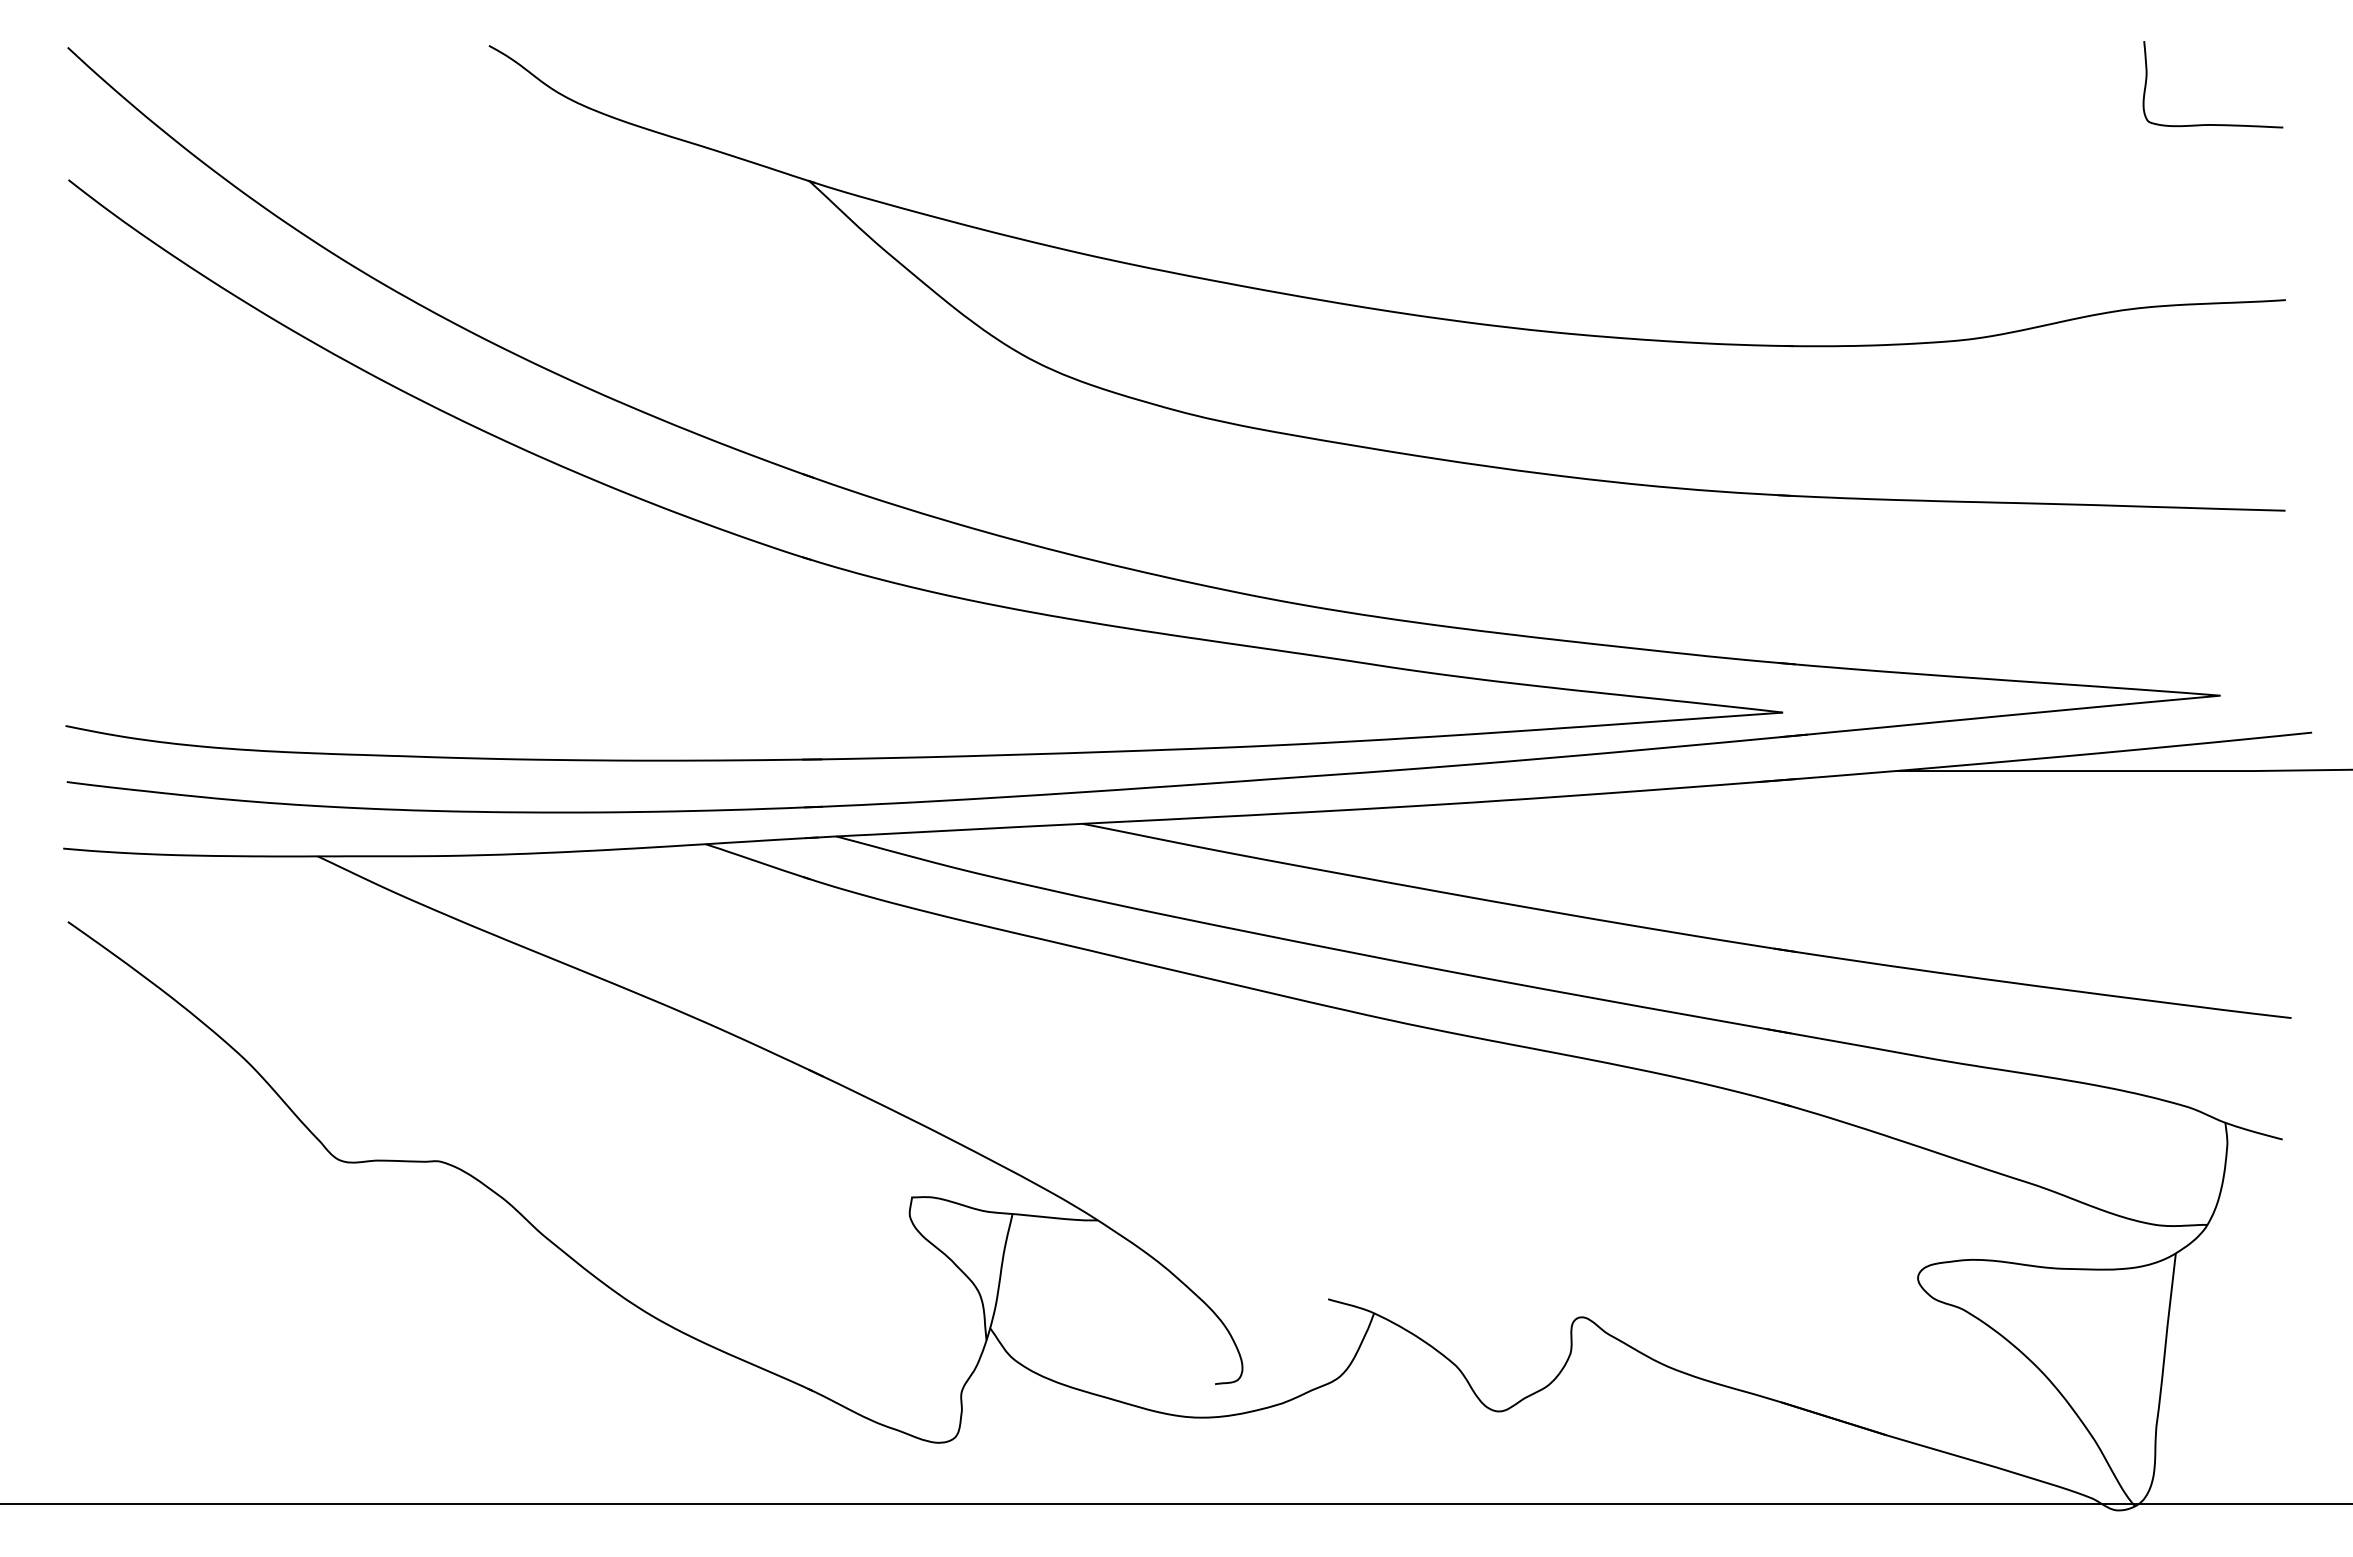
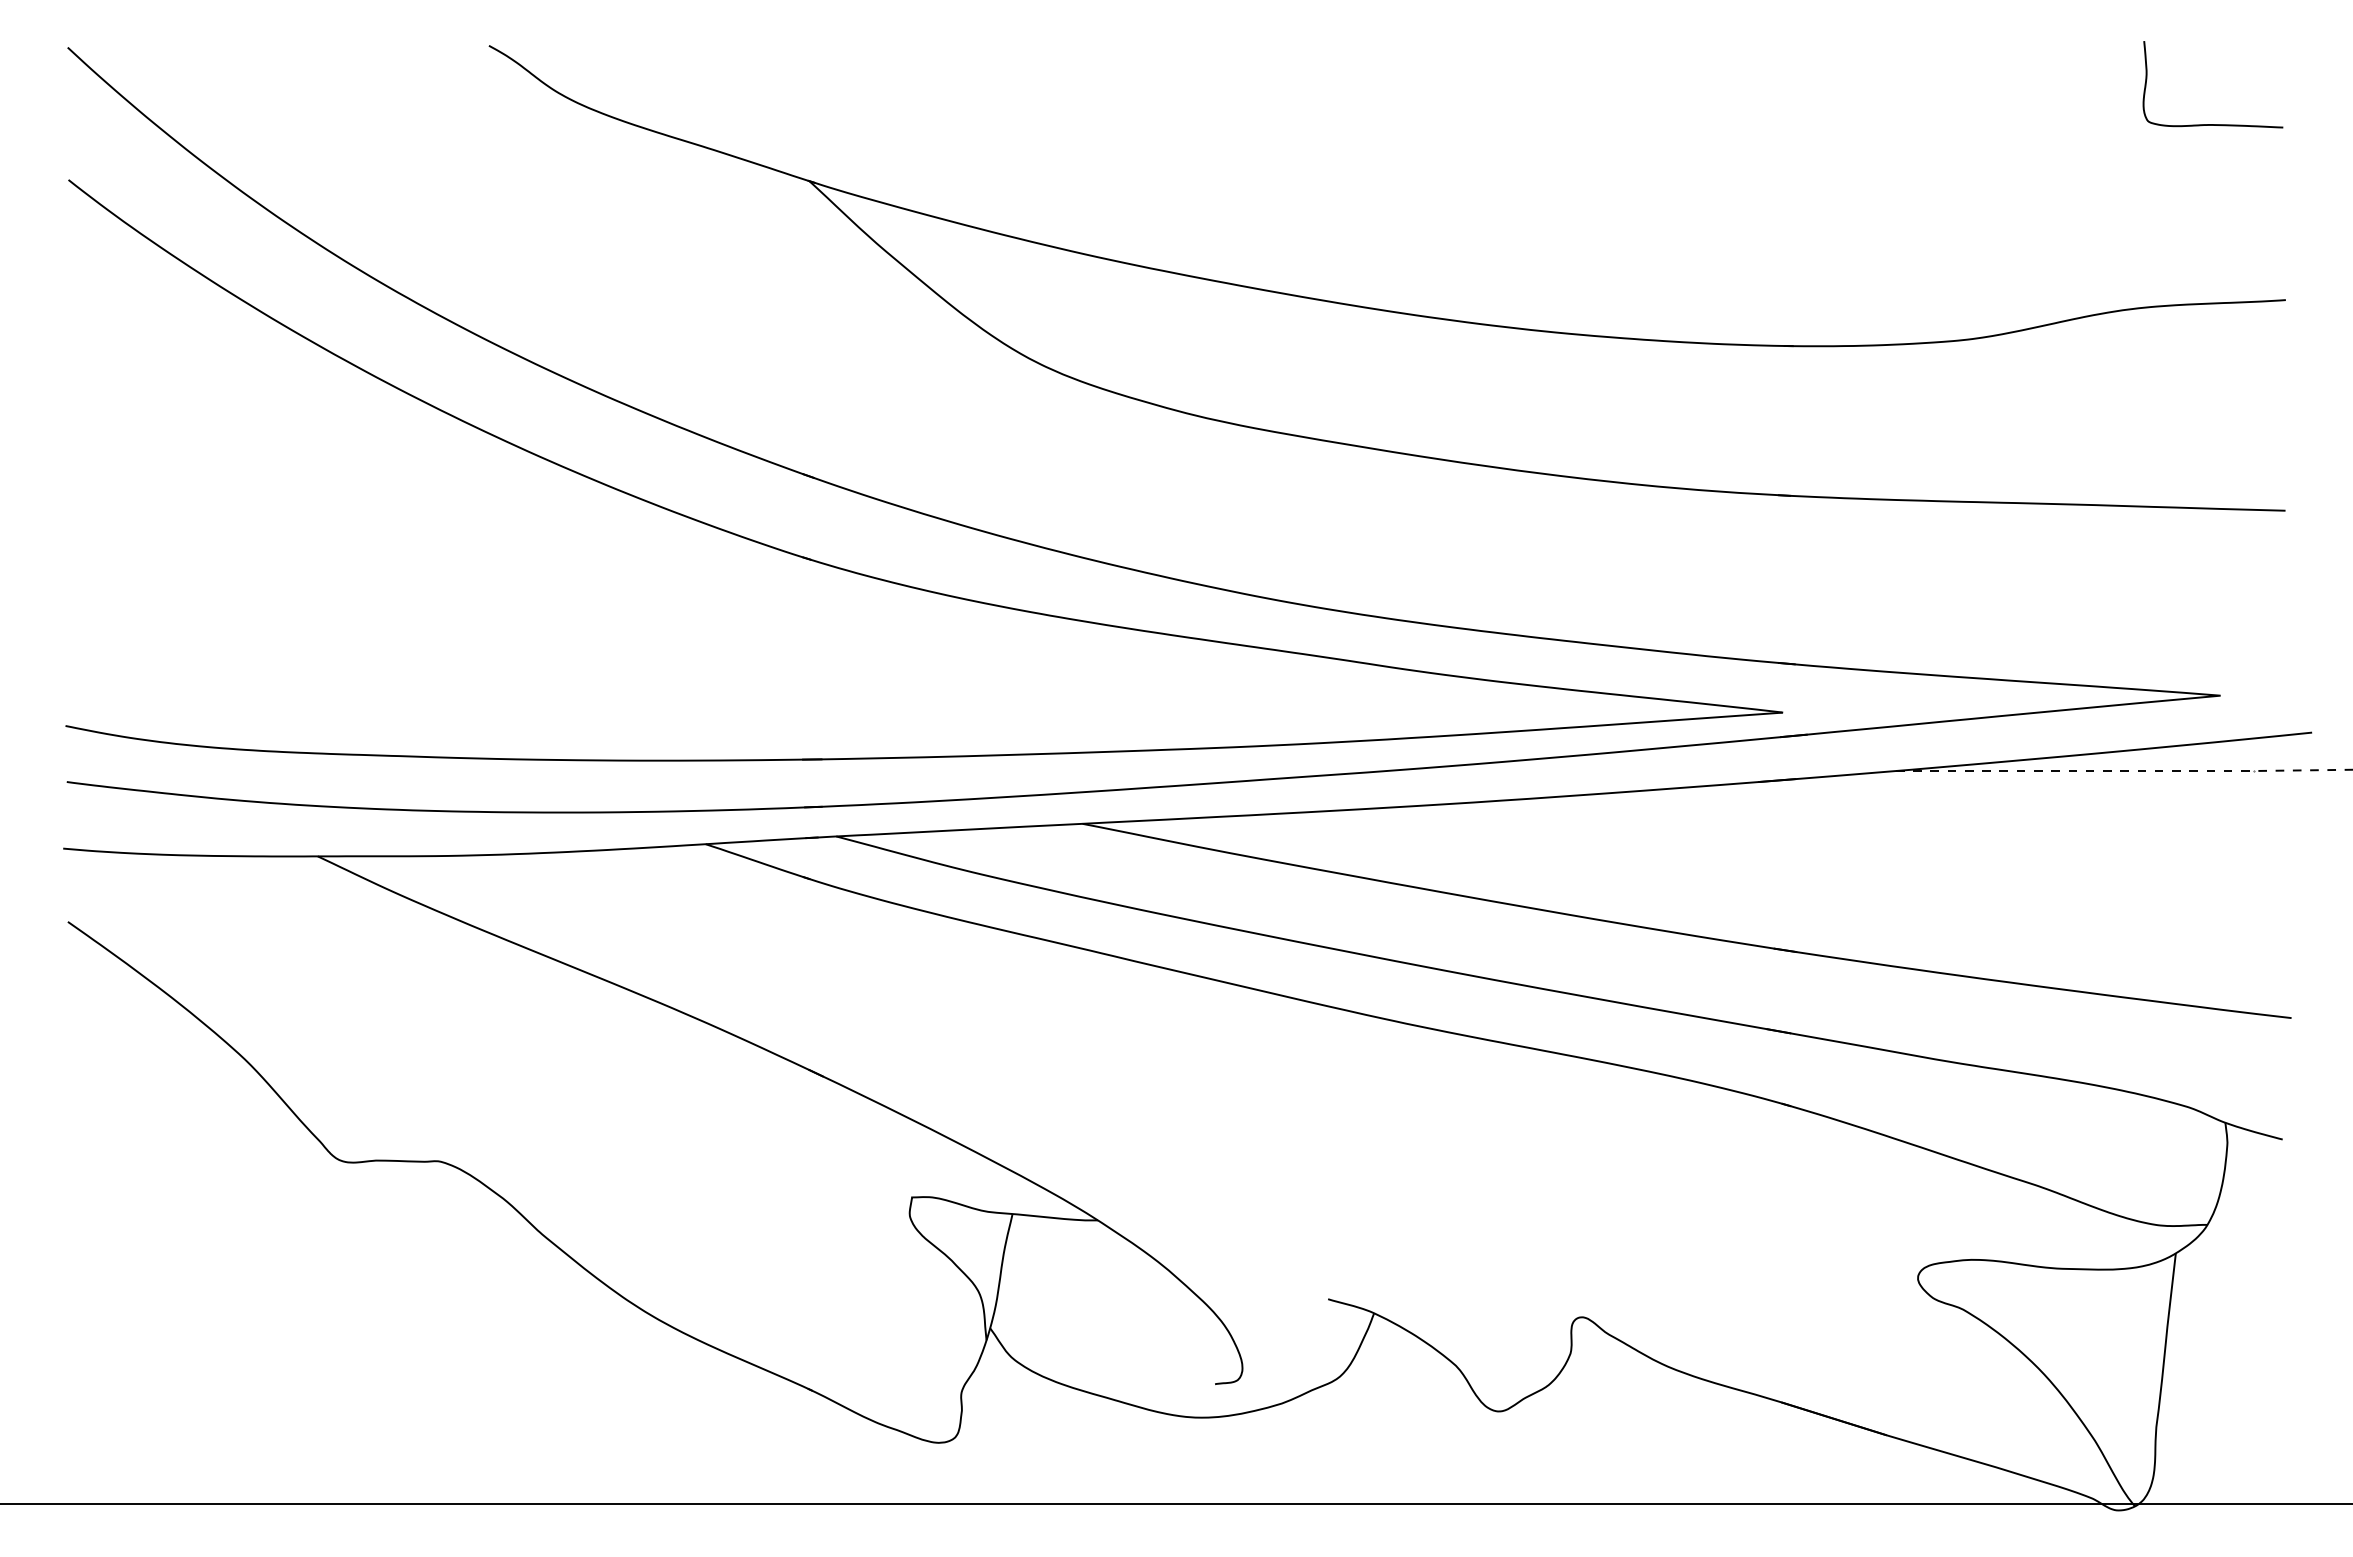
line at (2125, 771): solid -> dashed
